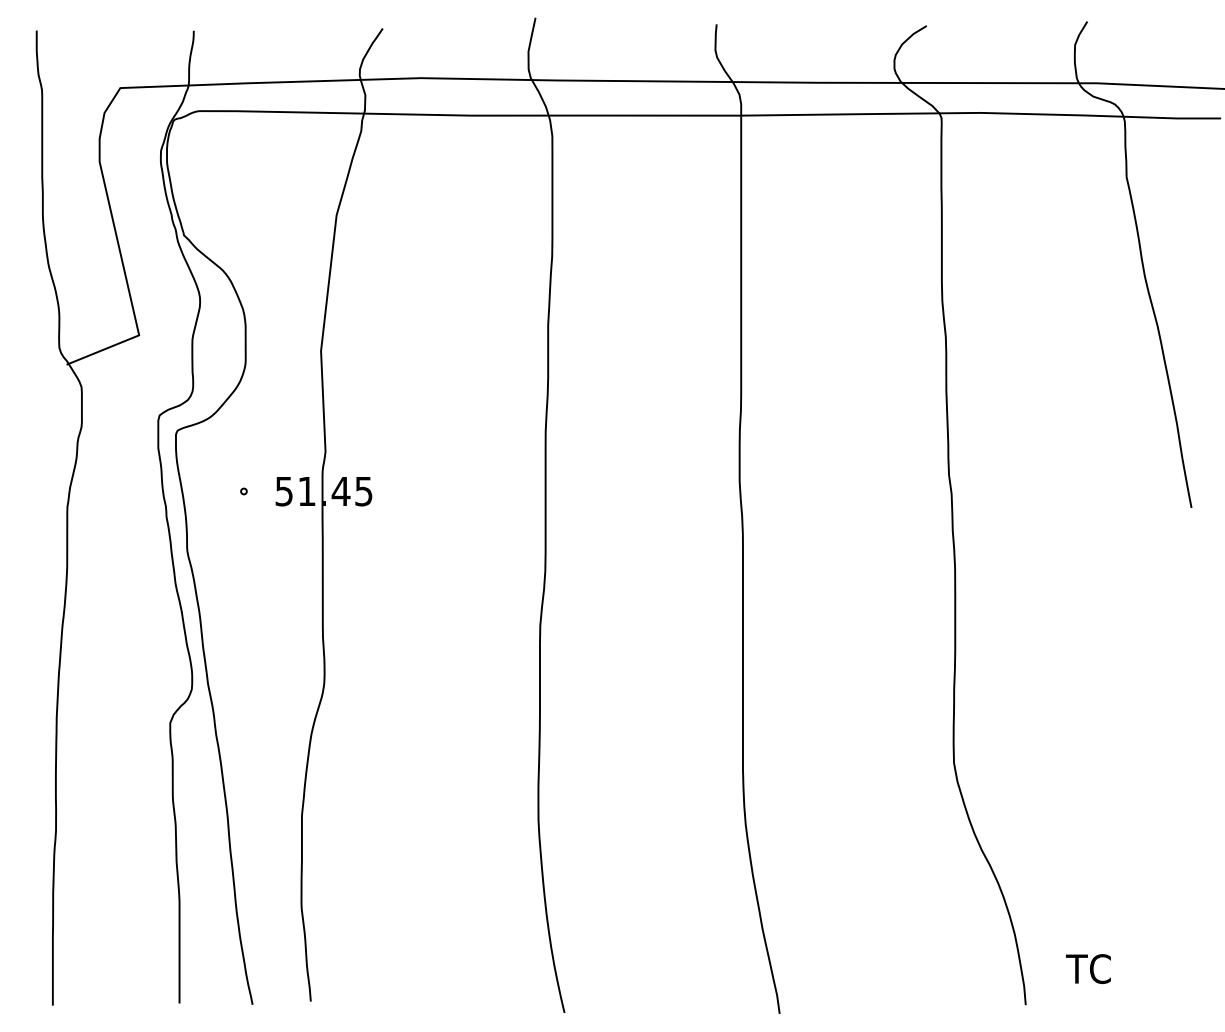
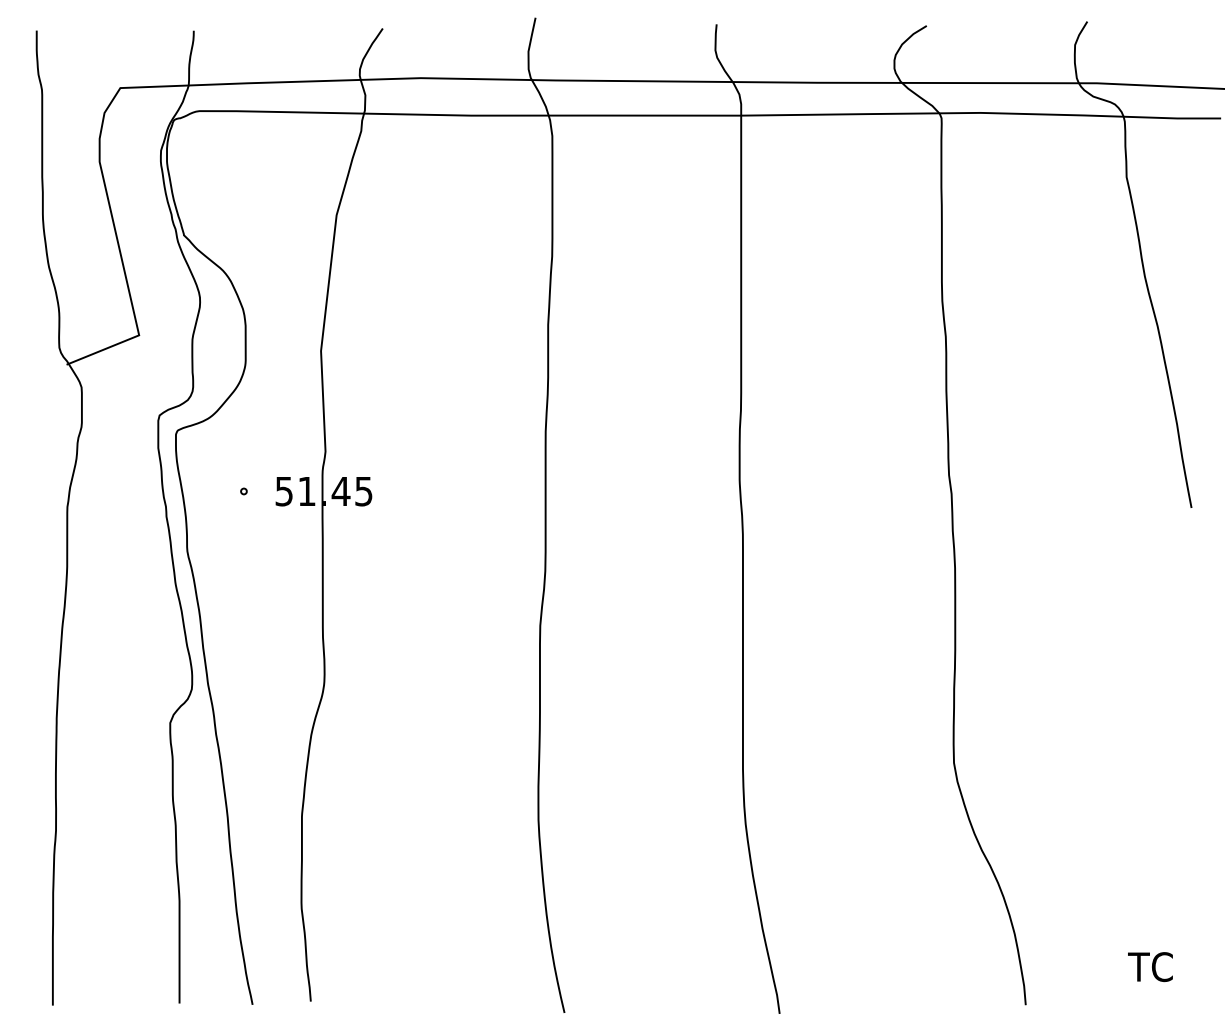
text at (1088, 969) position: (1088, 969) -> (1150, 967)
